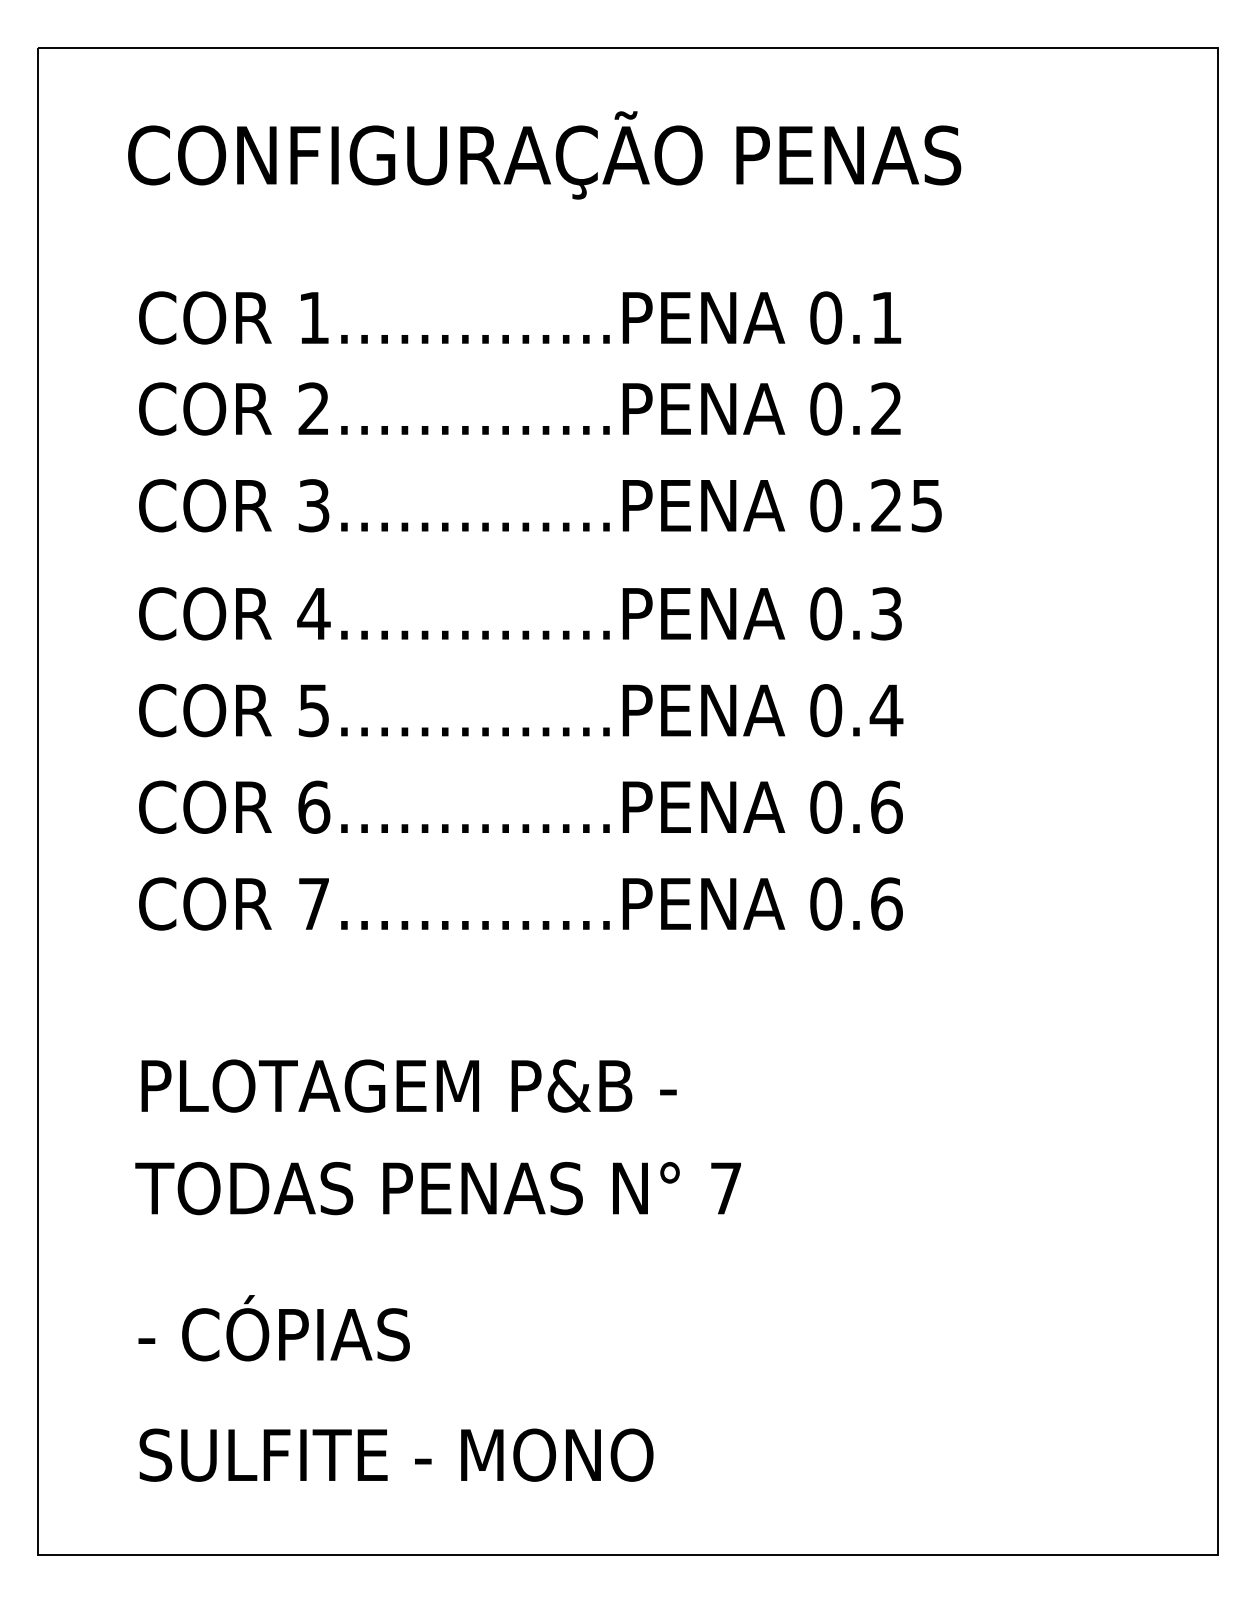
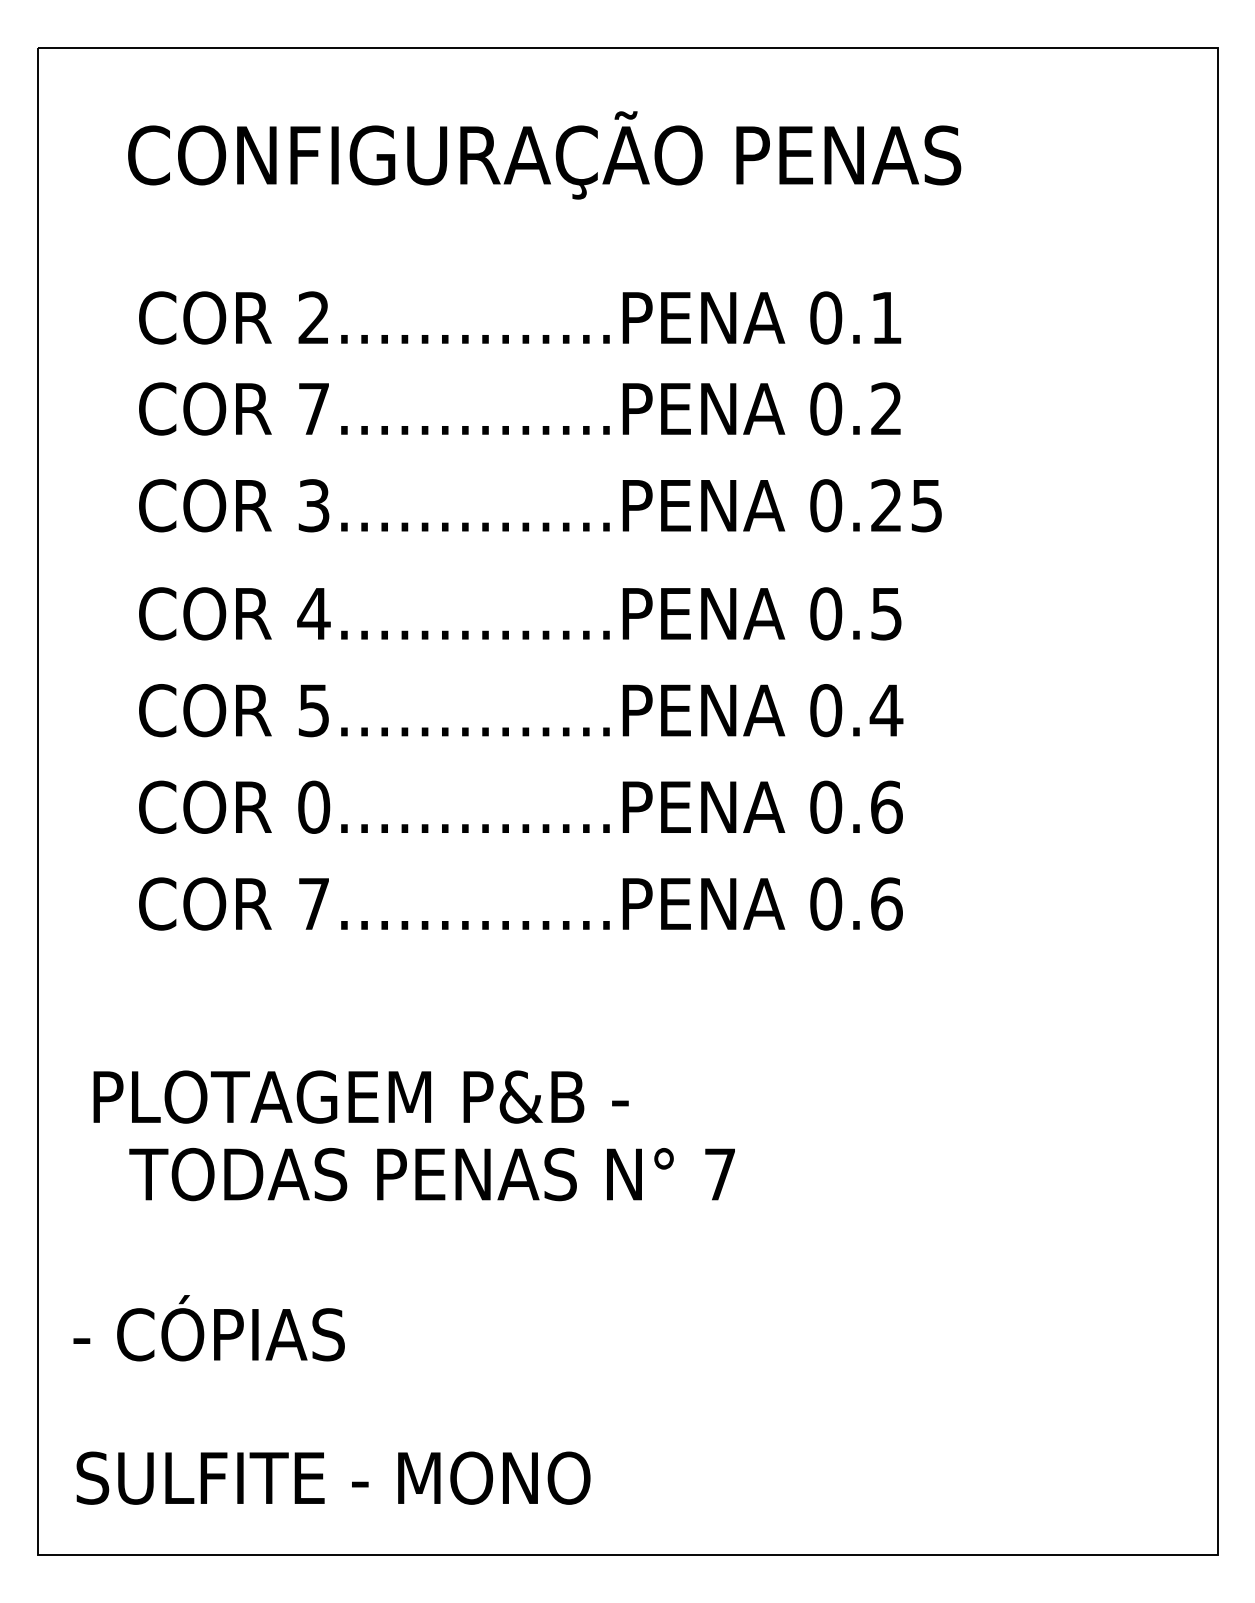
text at (313, 317): 1..............PENA -> 2..............PENA
text at (313, 408): 2..............PENA -> 7..............PENA
text at (886, 613): 0.3 -> 0.5
text at (314, 806): 6..............PENA -> 0..............PENA
text at (408, 1085) position: (408, 1085) -> (360, 1096)
text at (437, 1188) position: (437, 1188) -> (431, 1174)
text at (273, 1328) position: (273, 1328) -> (208, 1328)
text at (396, 1454) position: (396, 1454) -> (333, 1477)
